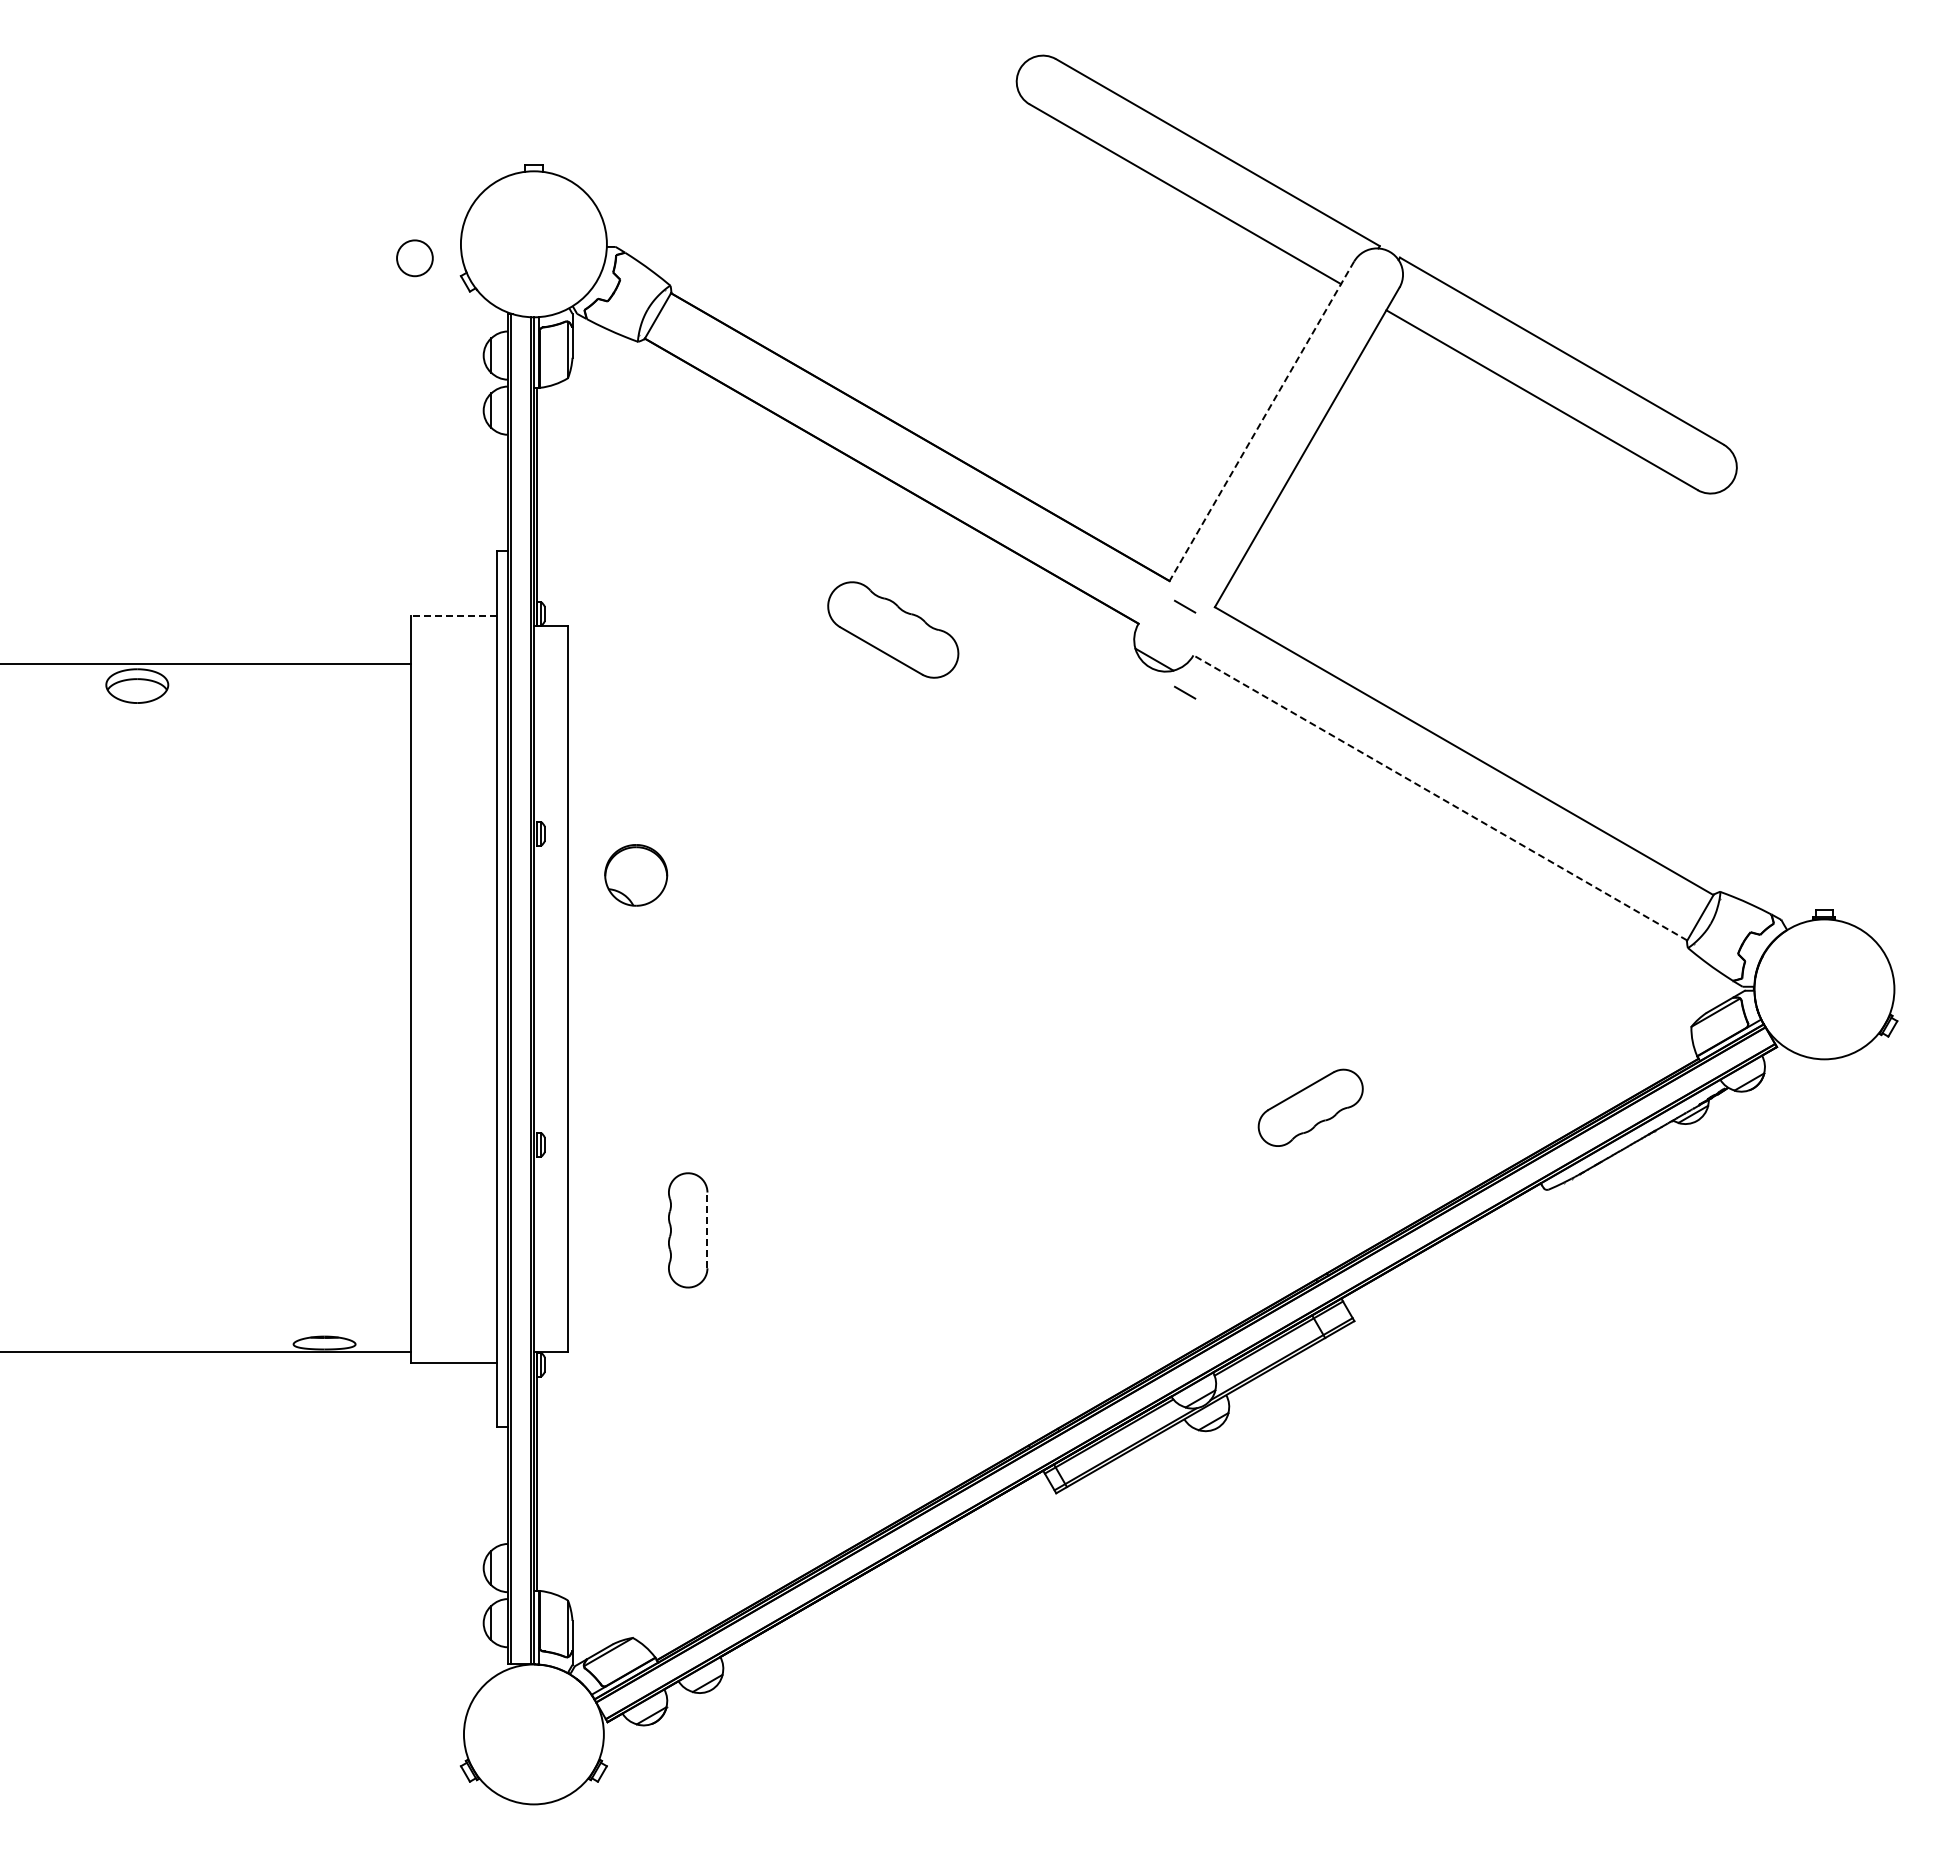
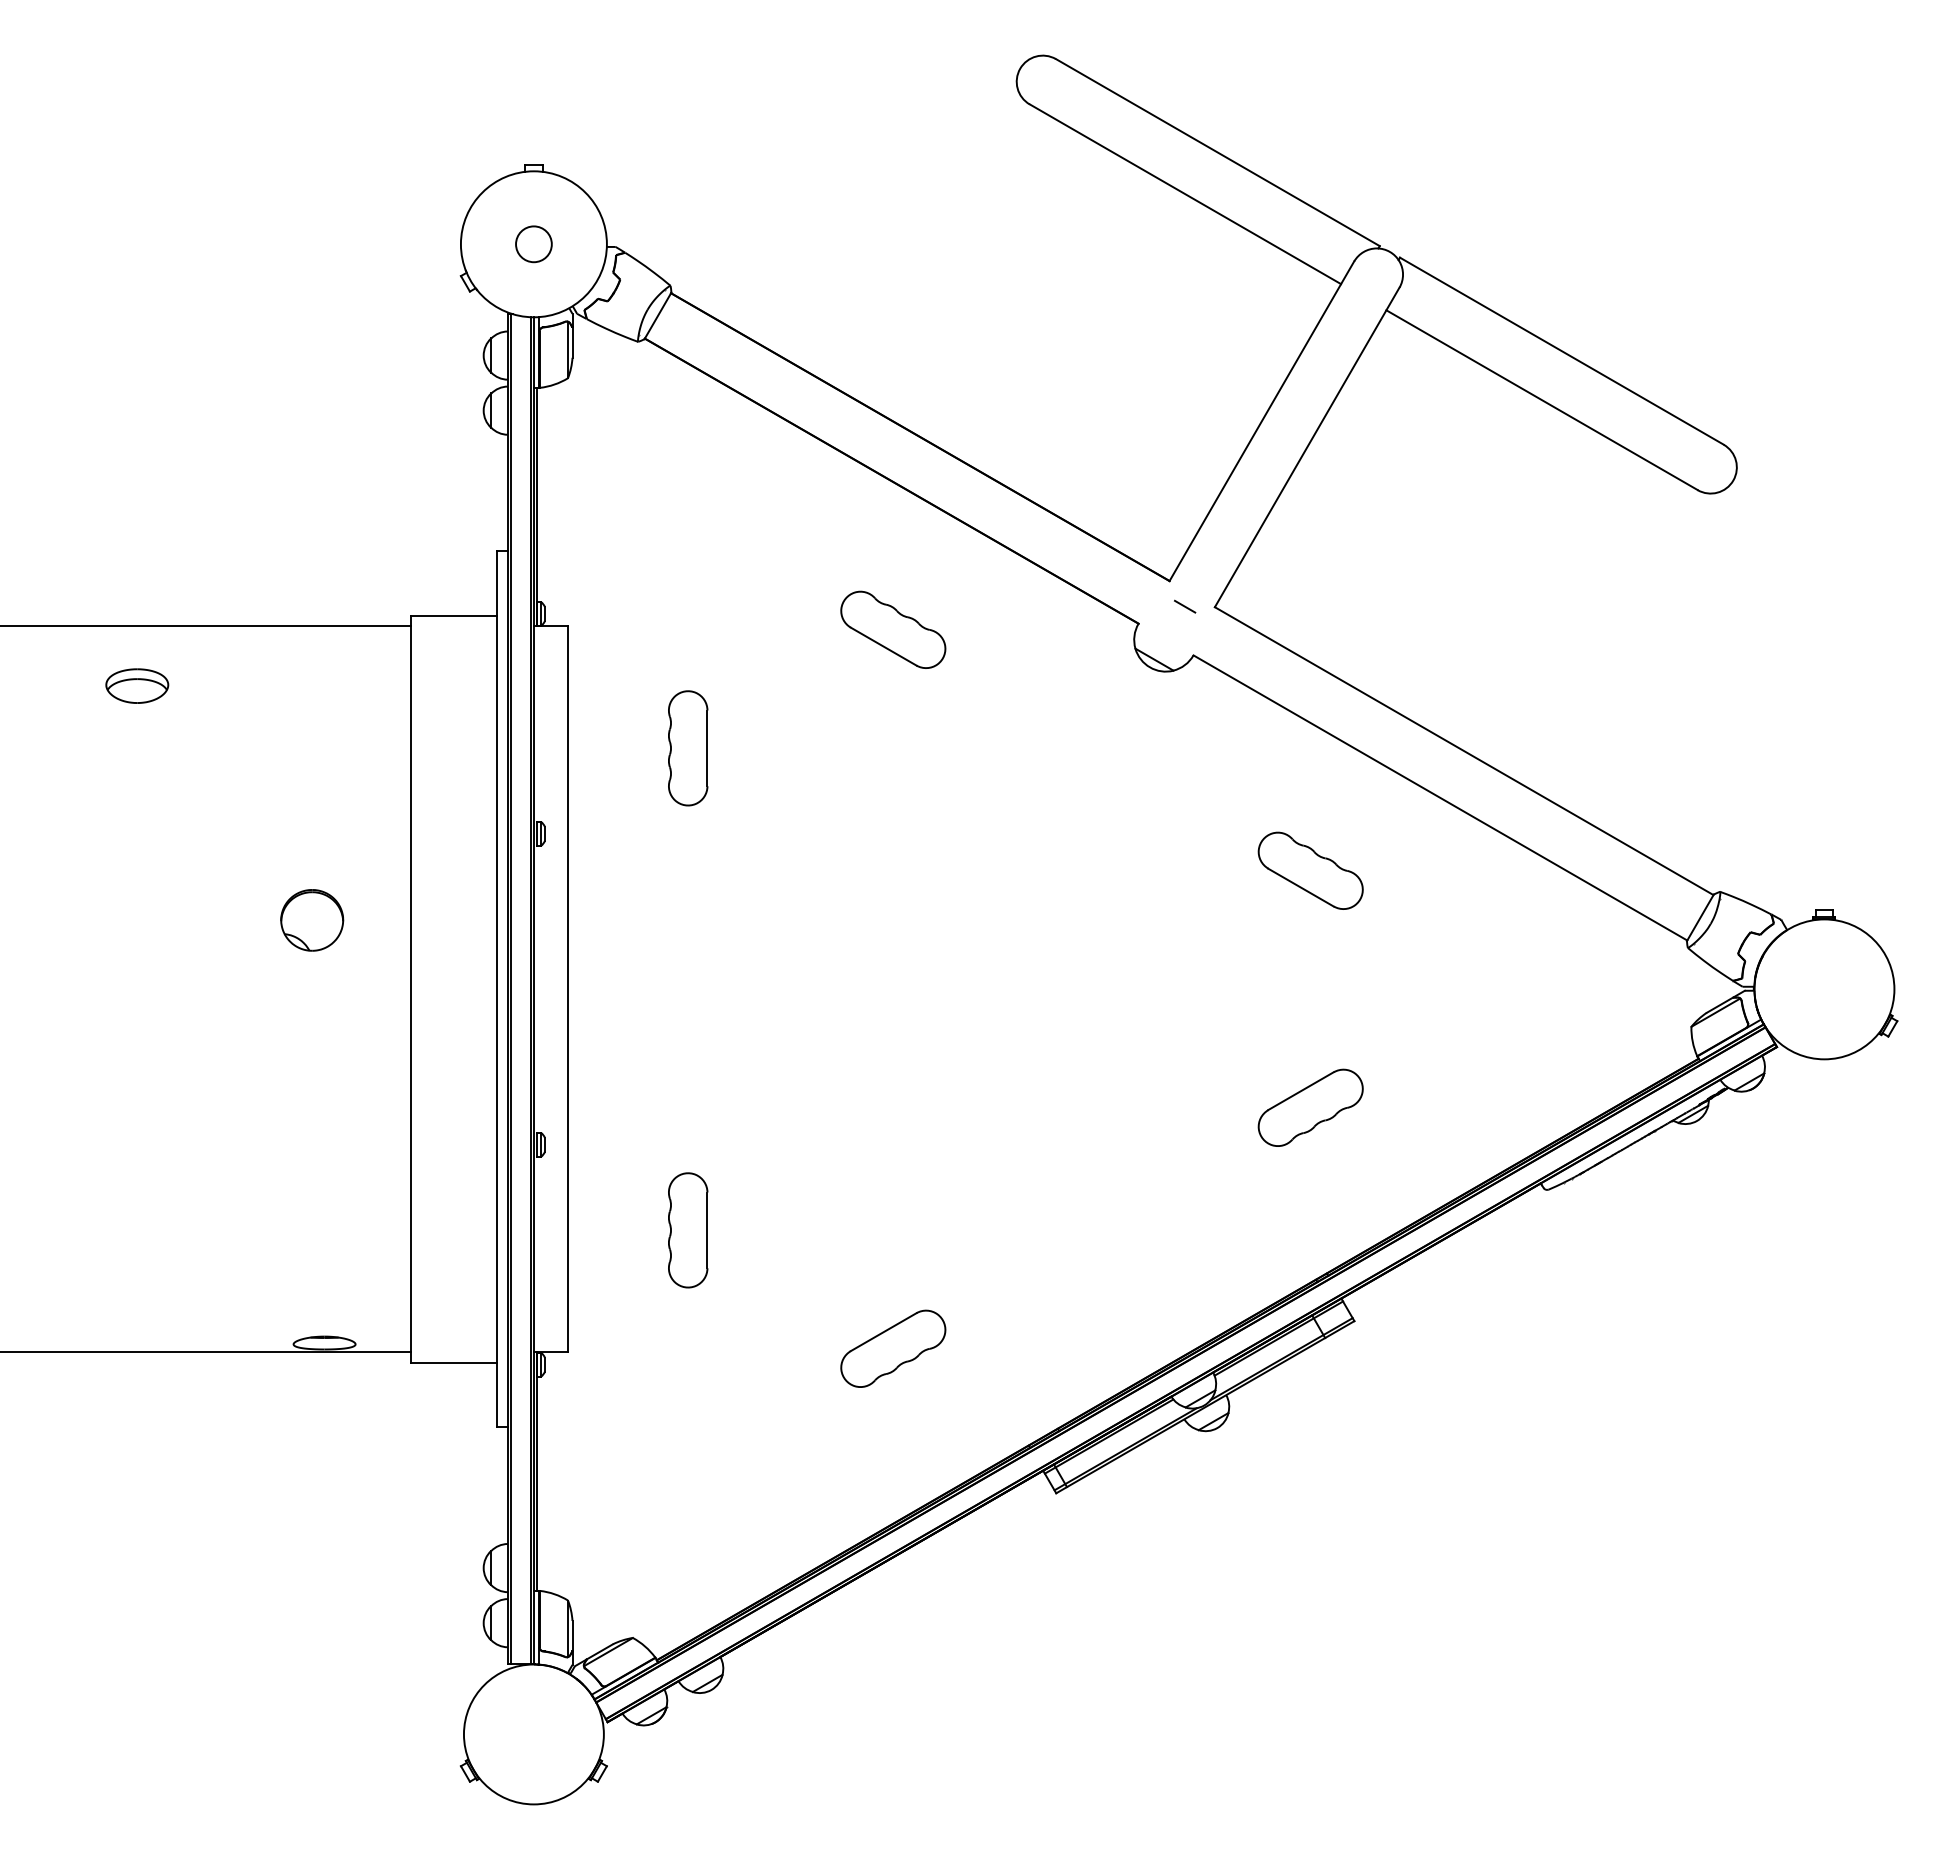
circle at (414, 258) position: (414, 258) -> (533, 244)
line at (1261, 421): dashed -> solid
line at (454, 616): dashed -> solid
part at (893, 629) size: 133x98 px -> 107x79 px
line at (206, 664) position: (206, 664) -> (206, 626)
line at (1185, 692): present -> none
part at (688, 748): none -> present
line at (1440, 797): dashed -> solid
part at (1310, 870): none -> present
part at (636, 875) position: (636, 875) -> (312, 920)
line at (707, 1230): dashed -> solid
part at (893, 1348): none -> present
